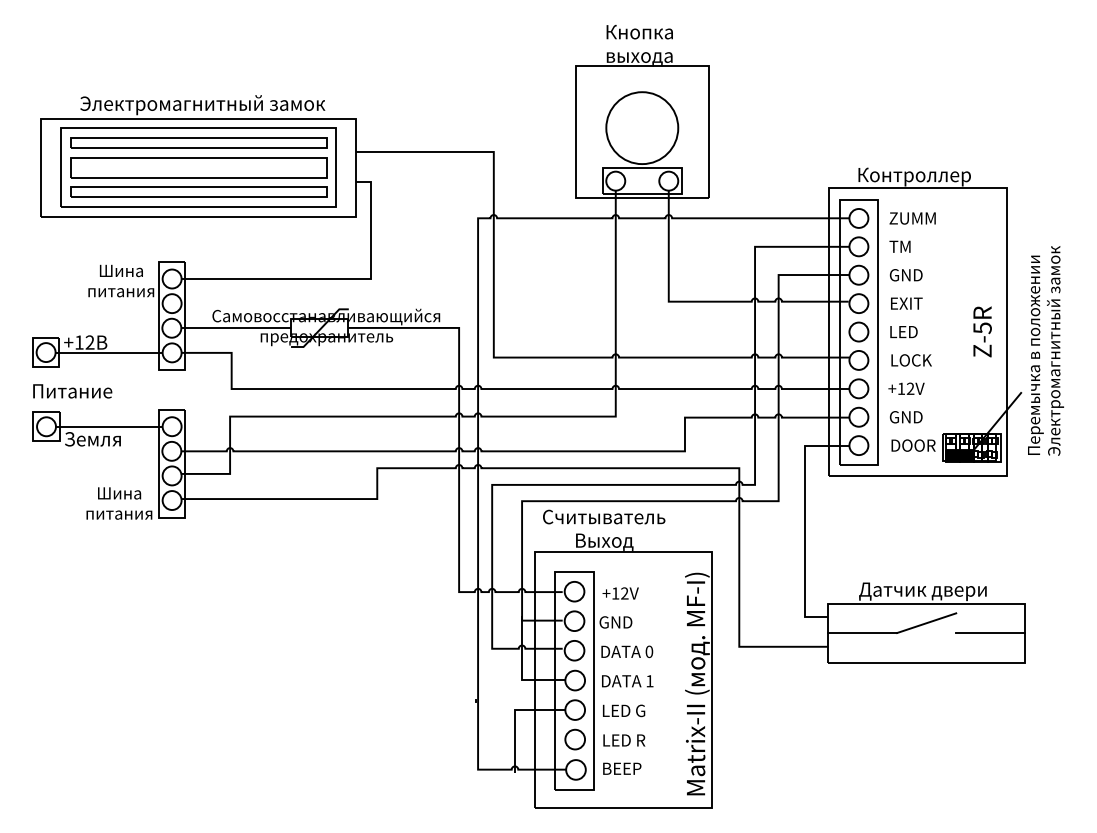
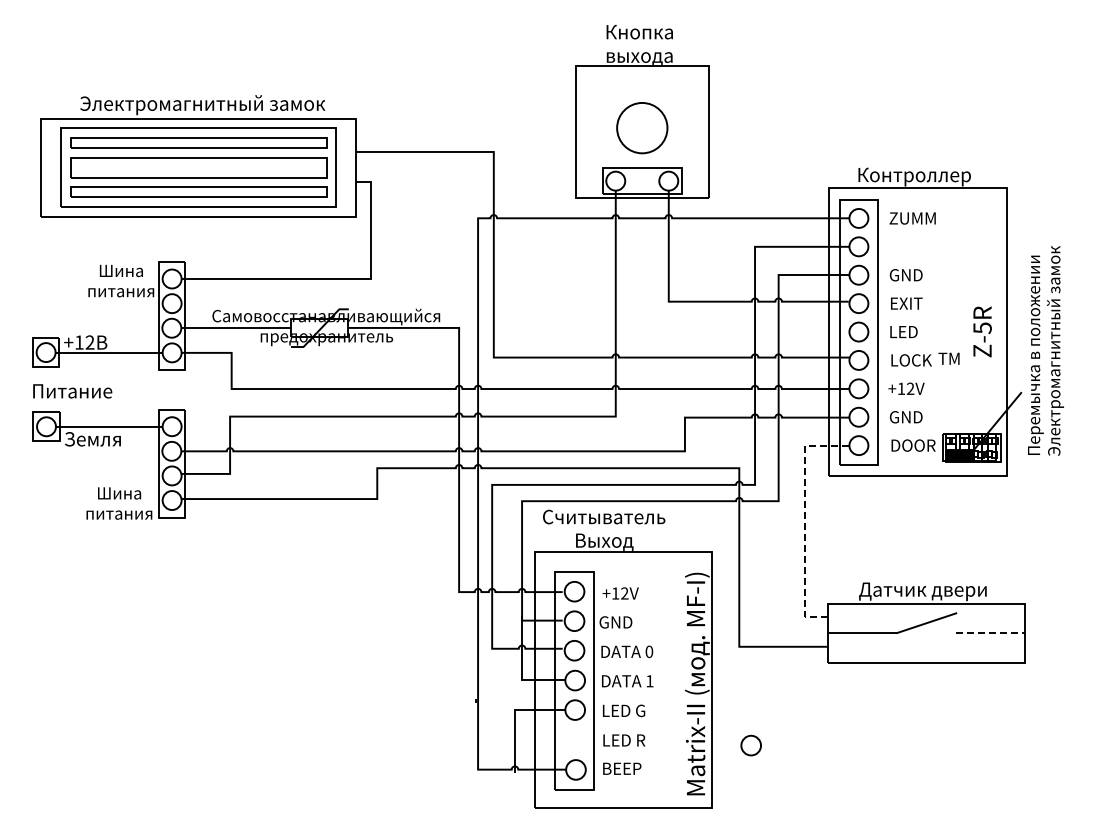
circle at (642, 128) diameter: 72 px -> 50 px
text at (899, 246) position: (899, 246) -> (948, 358)
line at (805, 520): solid -> dashed
line at (991, 633): solid -> dashed
circle at (574, 739) position: (574, 739) -> (750, 745)
